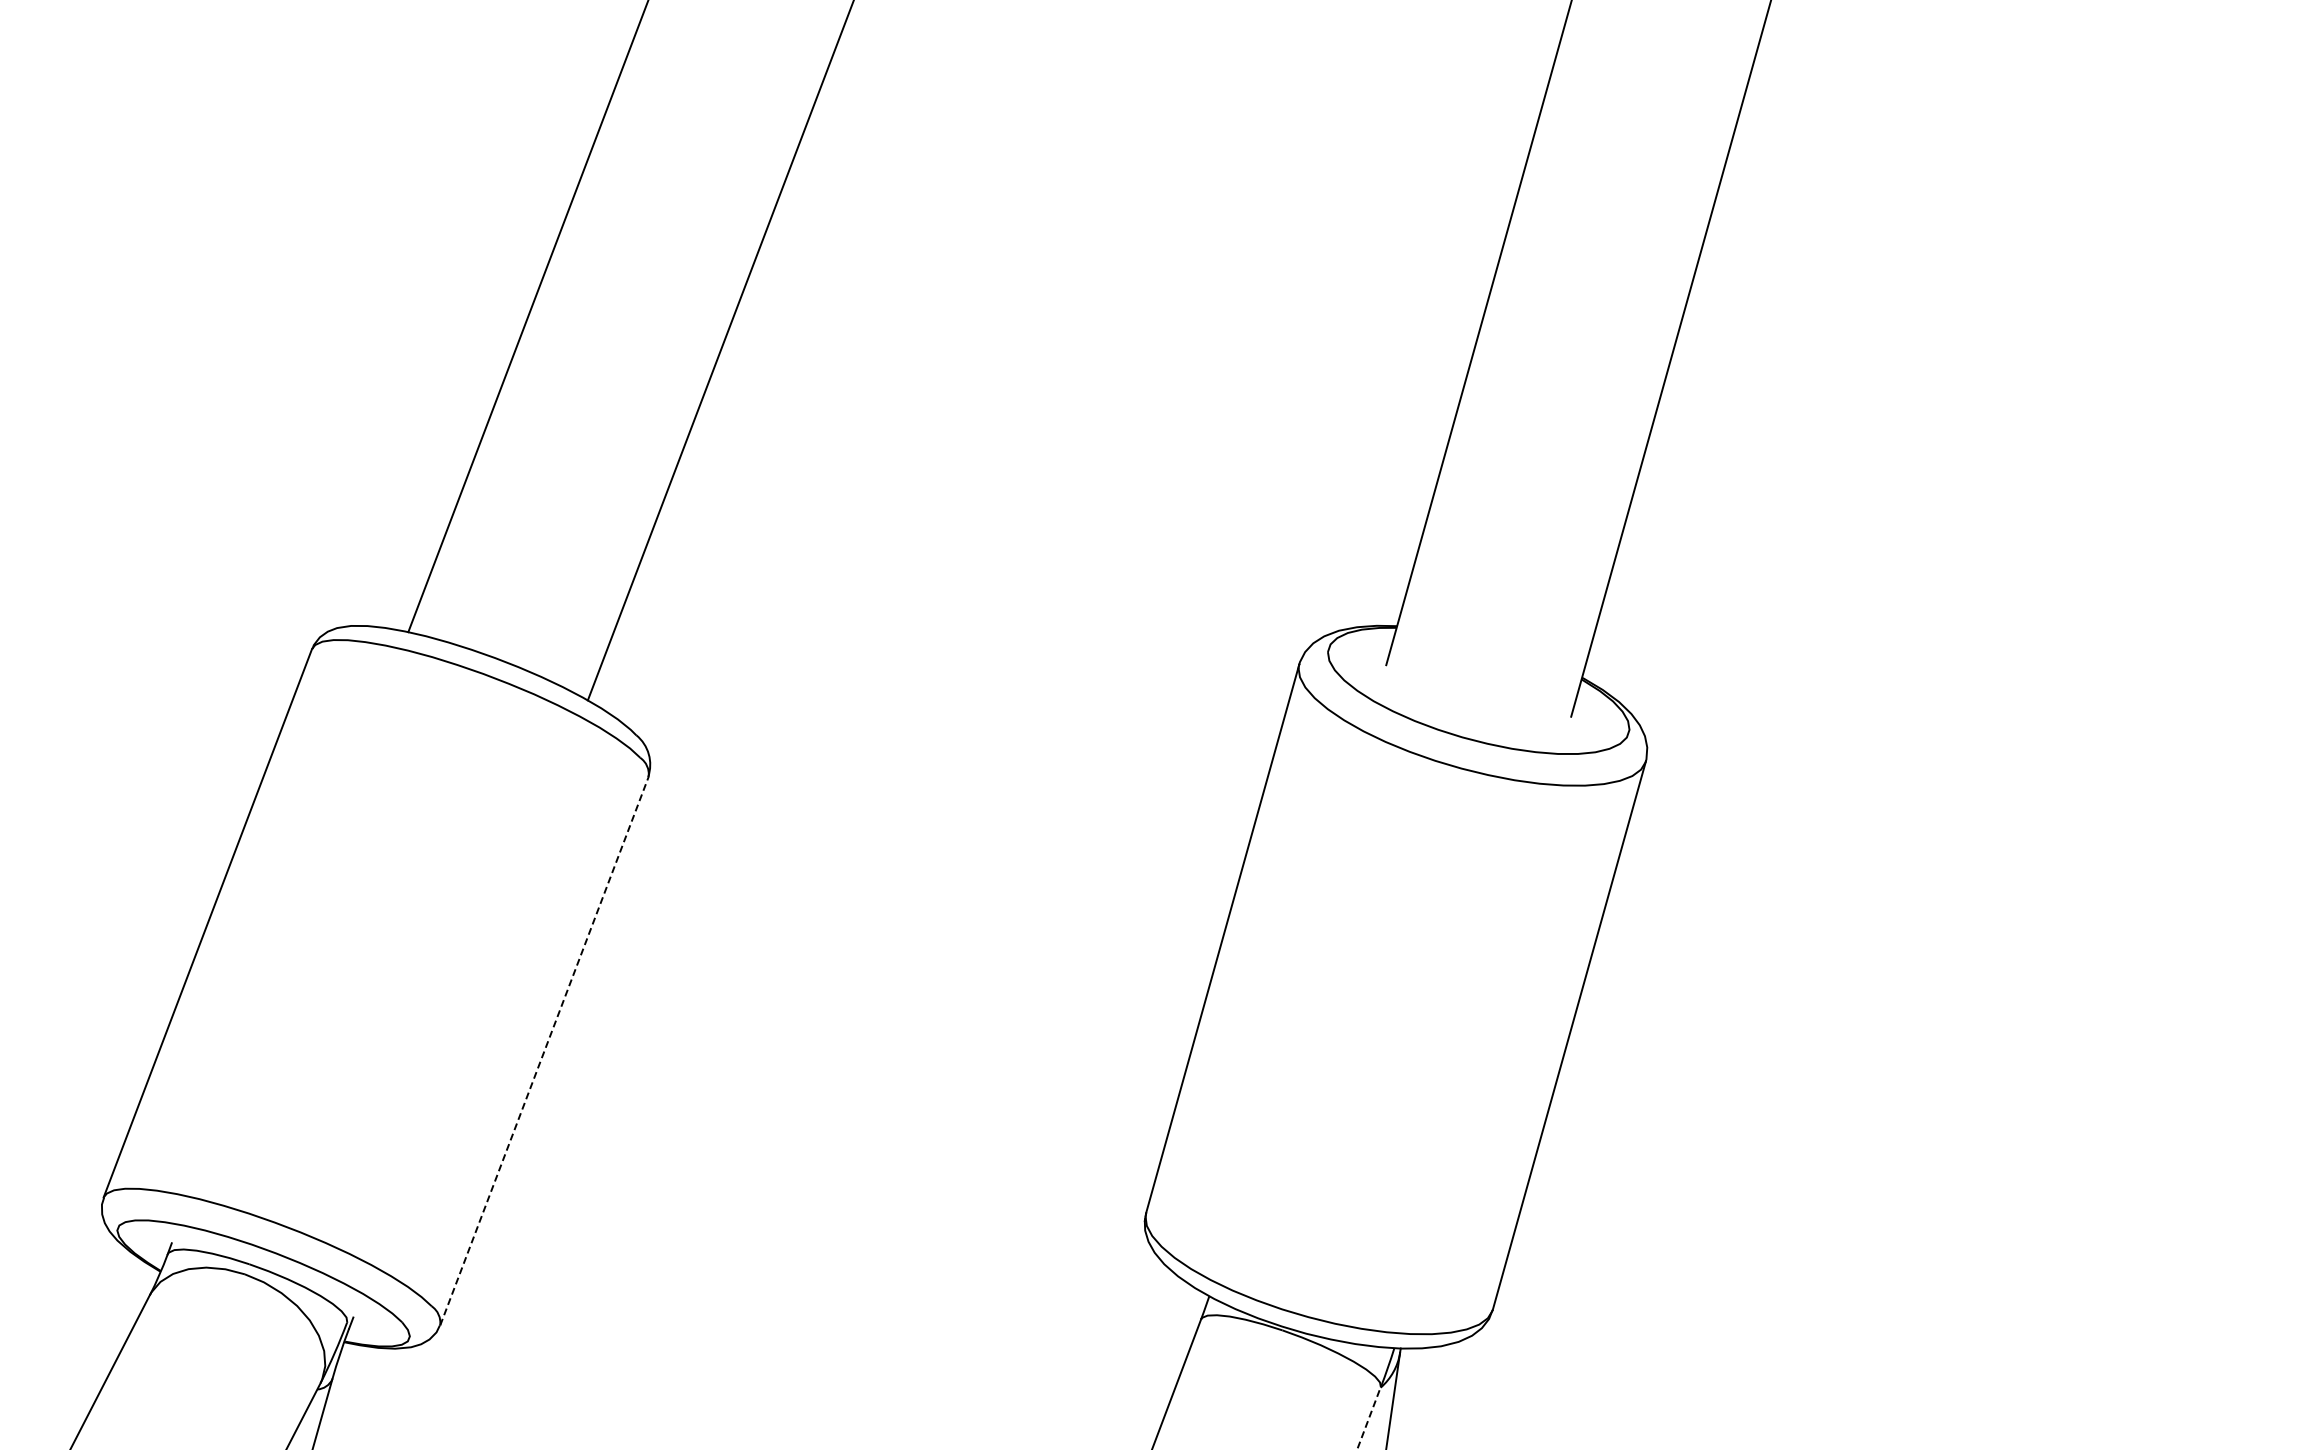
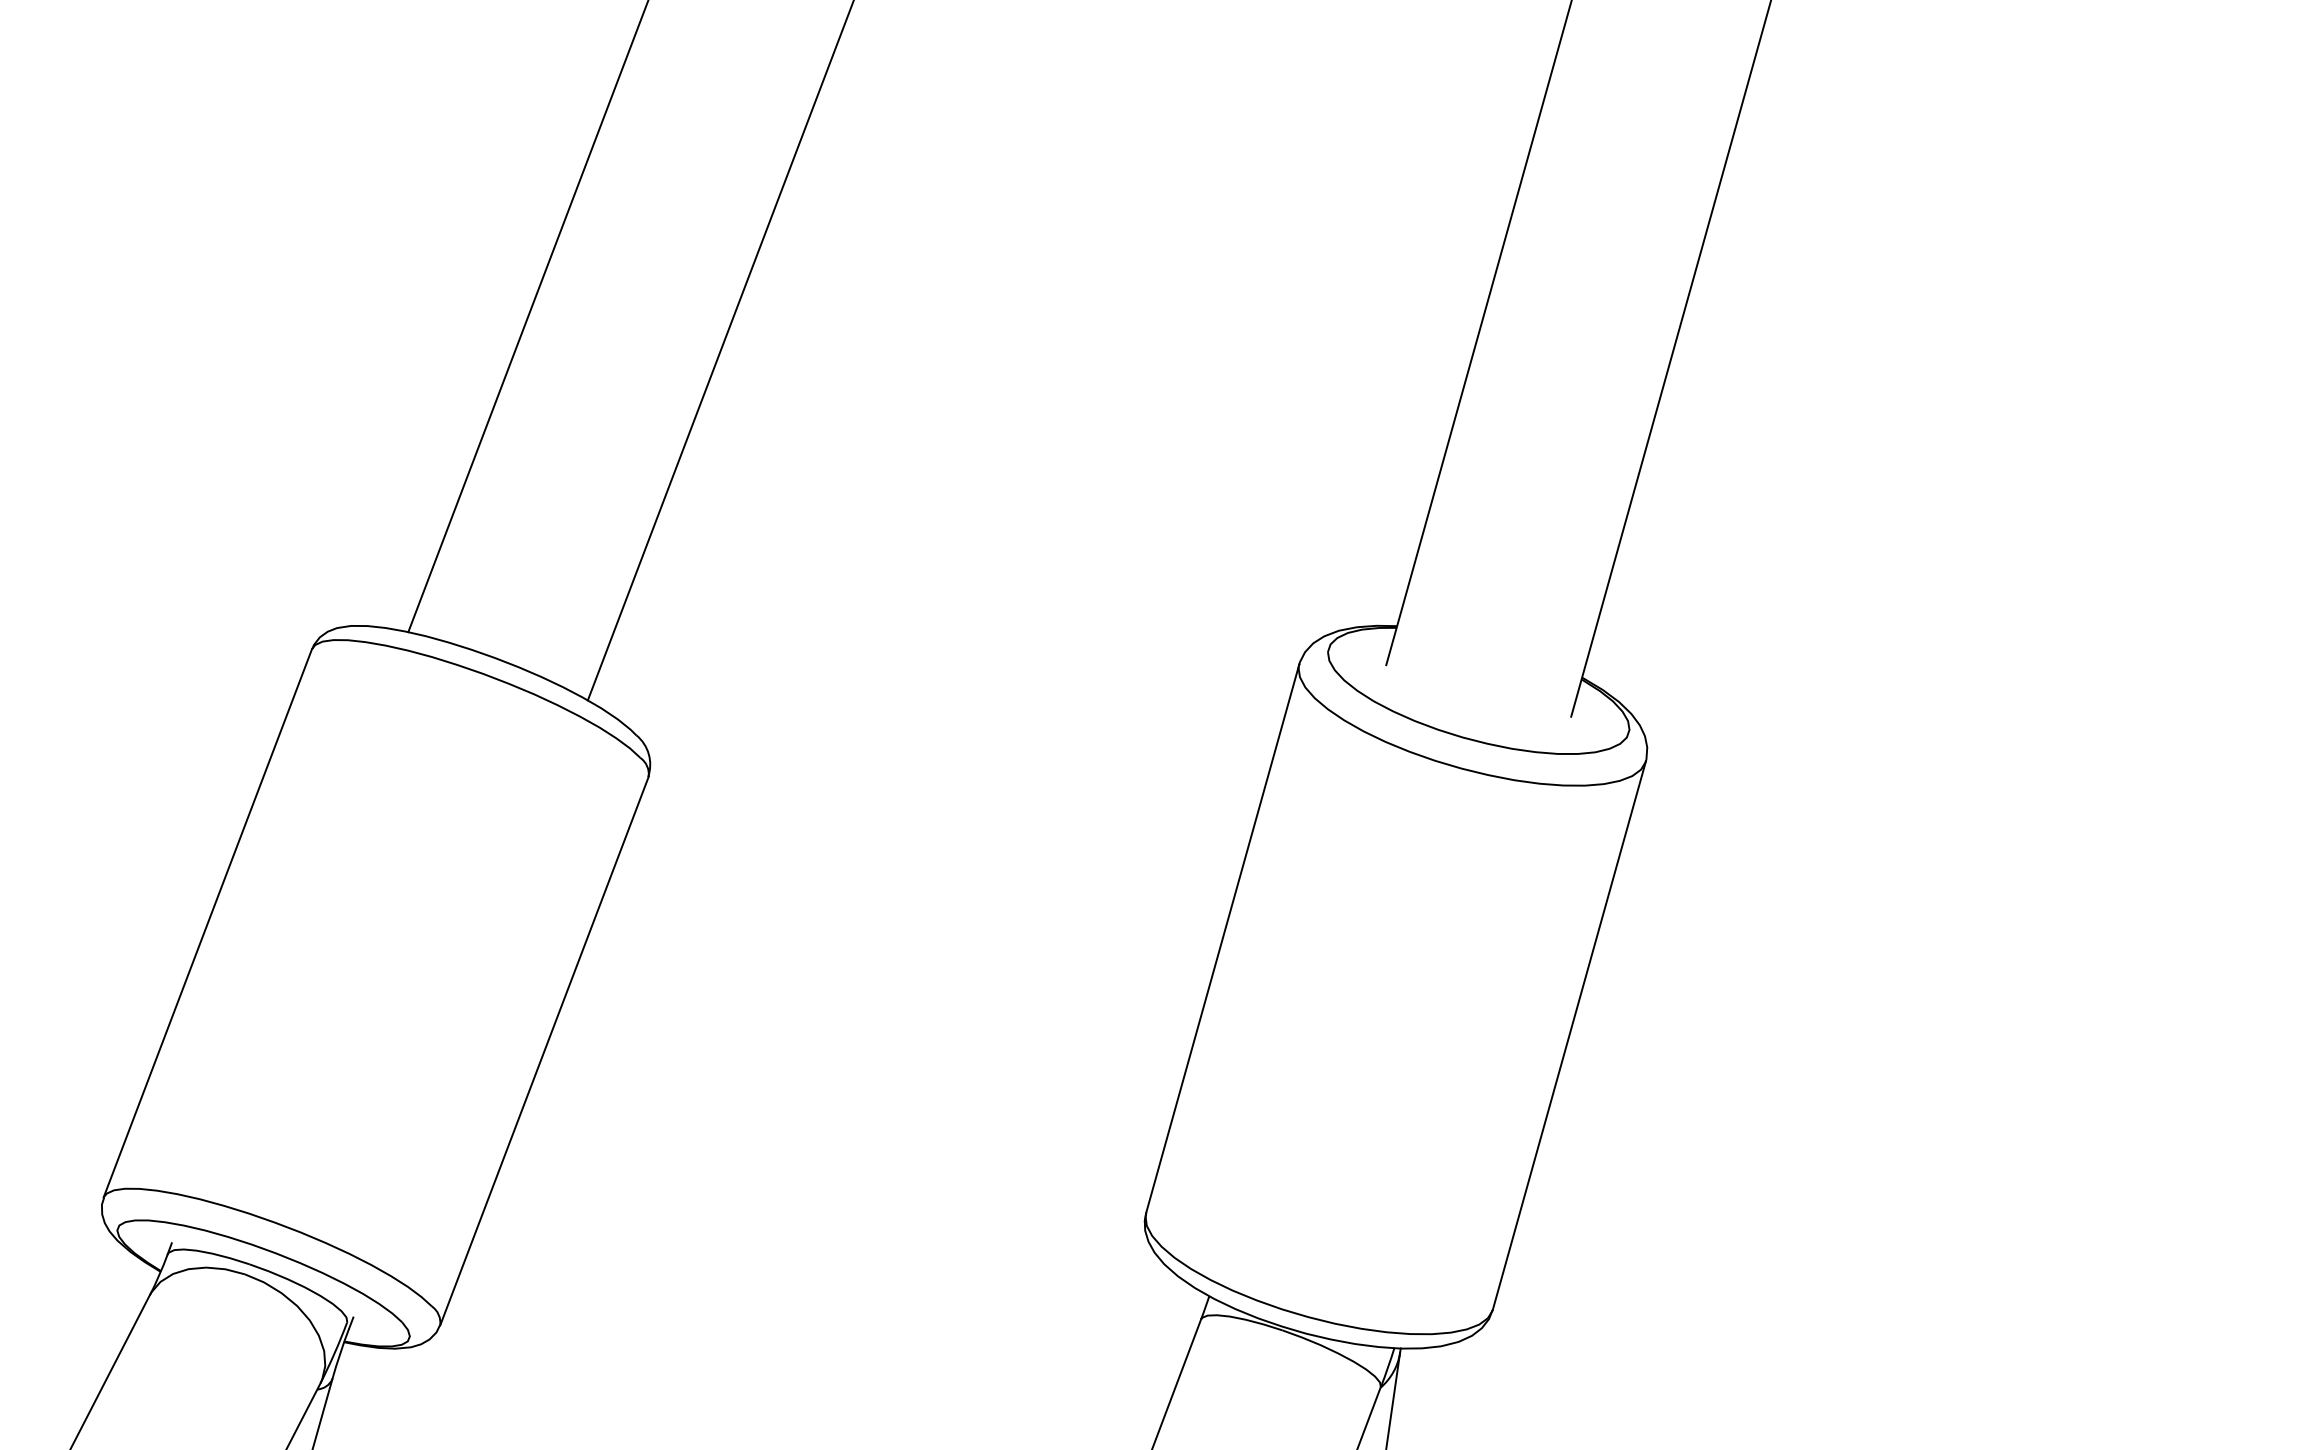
line at (544, 1050): dashed -> solid
line at (1369, 1418): dashed -> solid
